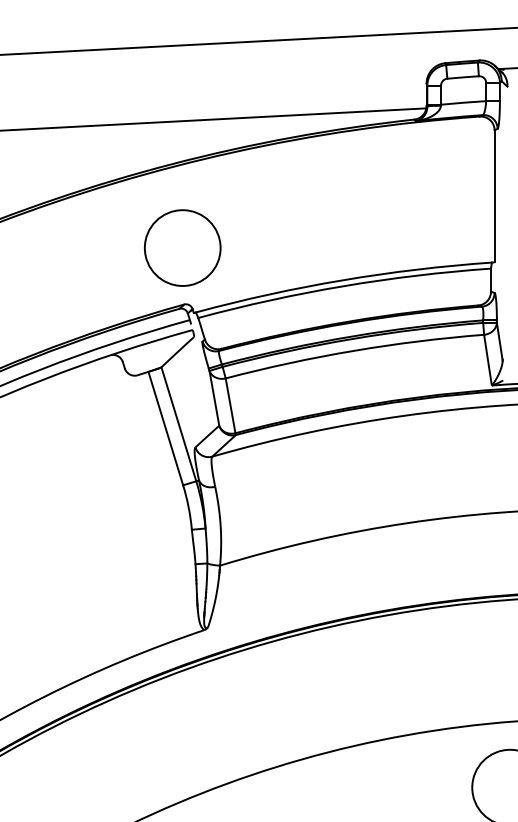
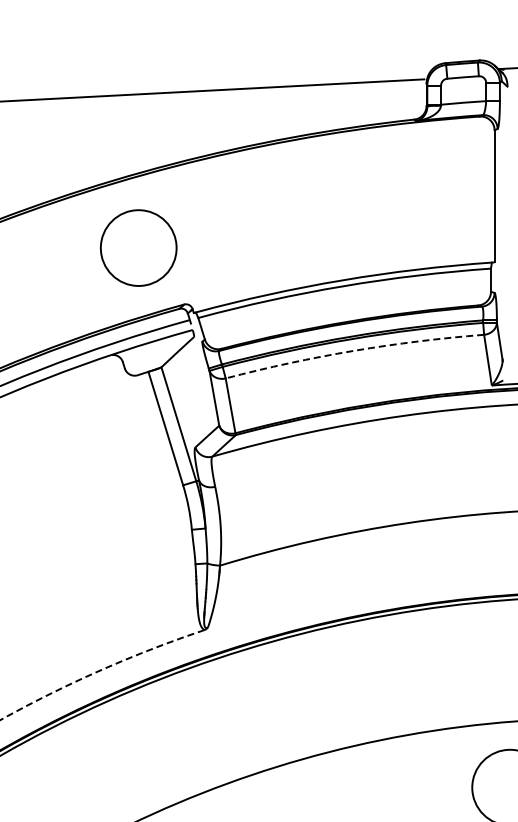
line at (258, 41): present -> none
line at (214, 119) position: (214, 119) -> (213, 90)
circle at (182, 247) position: (182, 247) -> (138, 247)
arc at (353, 350): solid -> dashed
arc at (100, 670): solid -> dashed
